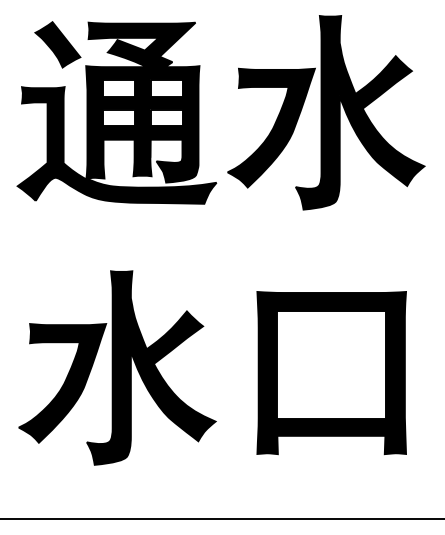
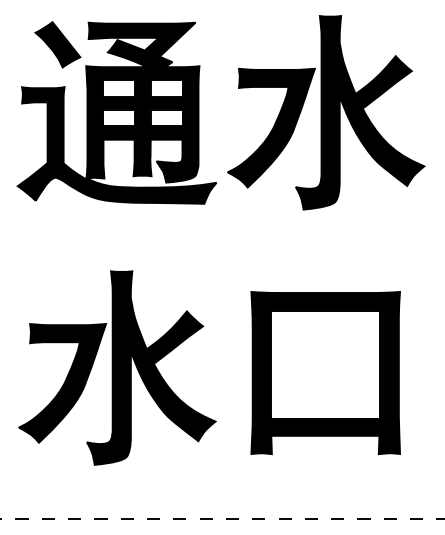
part at (331, 373) position: (331, 373) -> (325, 373)
line at (222, 518): solid -> dashed
